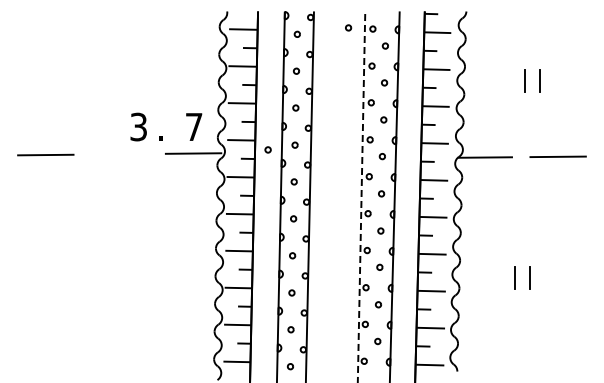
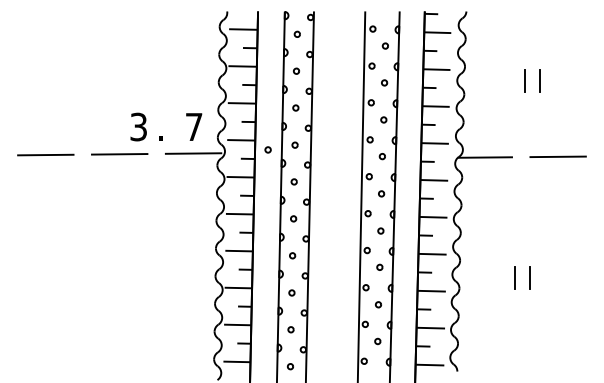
part at (348, 27): present -> none
line at (119, 154): none -> present
line at (361, 196): dashed -> solid
